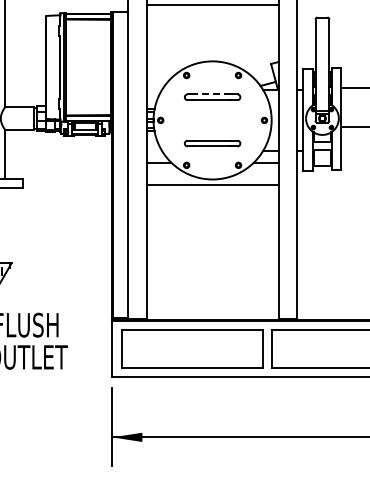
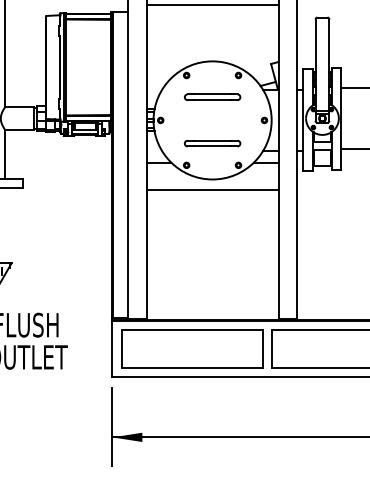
line at (212, 94): dashed -> solid
line at (353, 127) position: (353, 127) -> (353, 149)
line at (212, 185) position: (212, 185) -> (212, 190)
